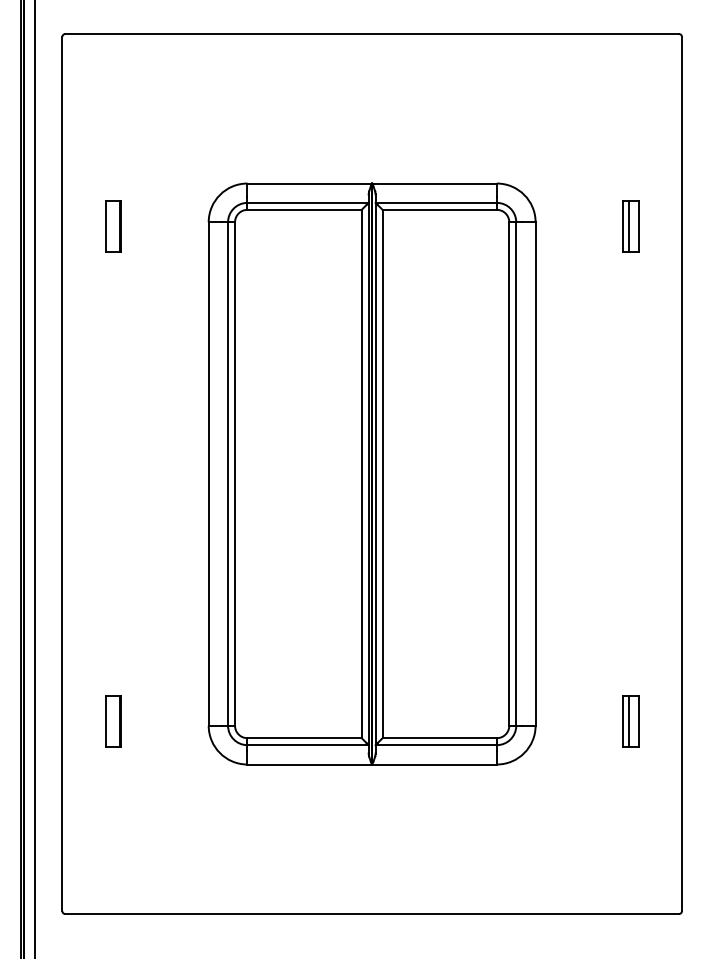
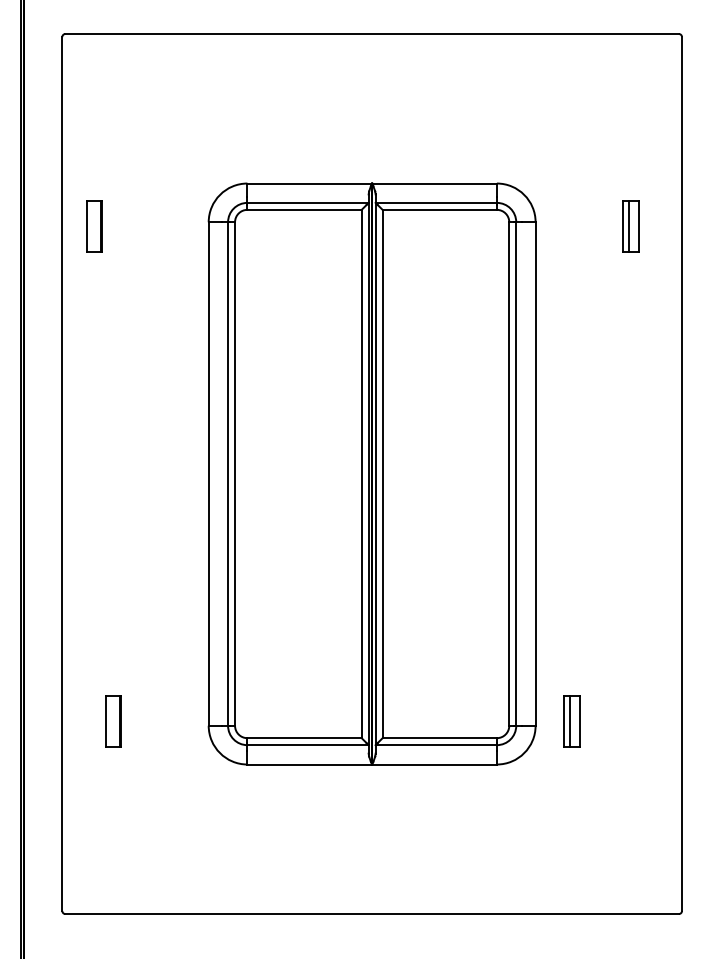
part at (113, 226) position: (113, 226) -> (94, 226)
line at (34, 478): present -> none
part at (630, 721) position: (630, 721) -> (571, 721)
